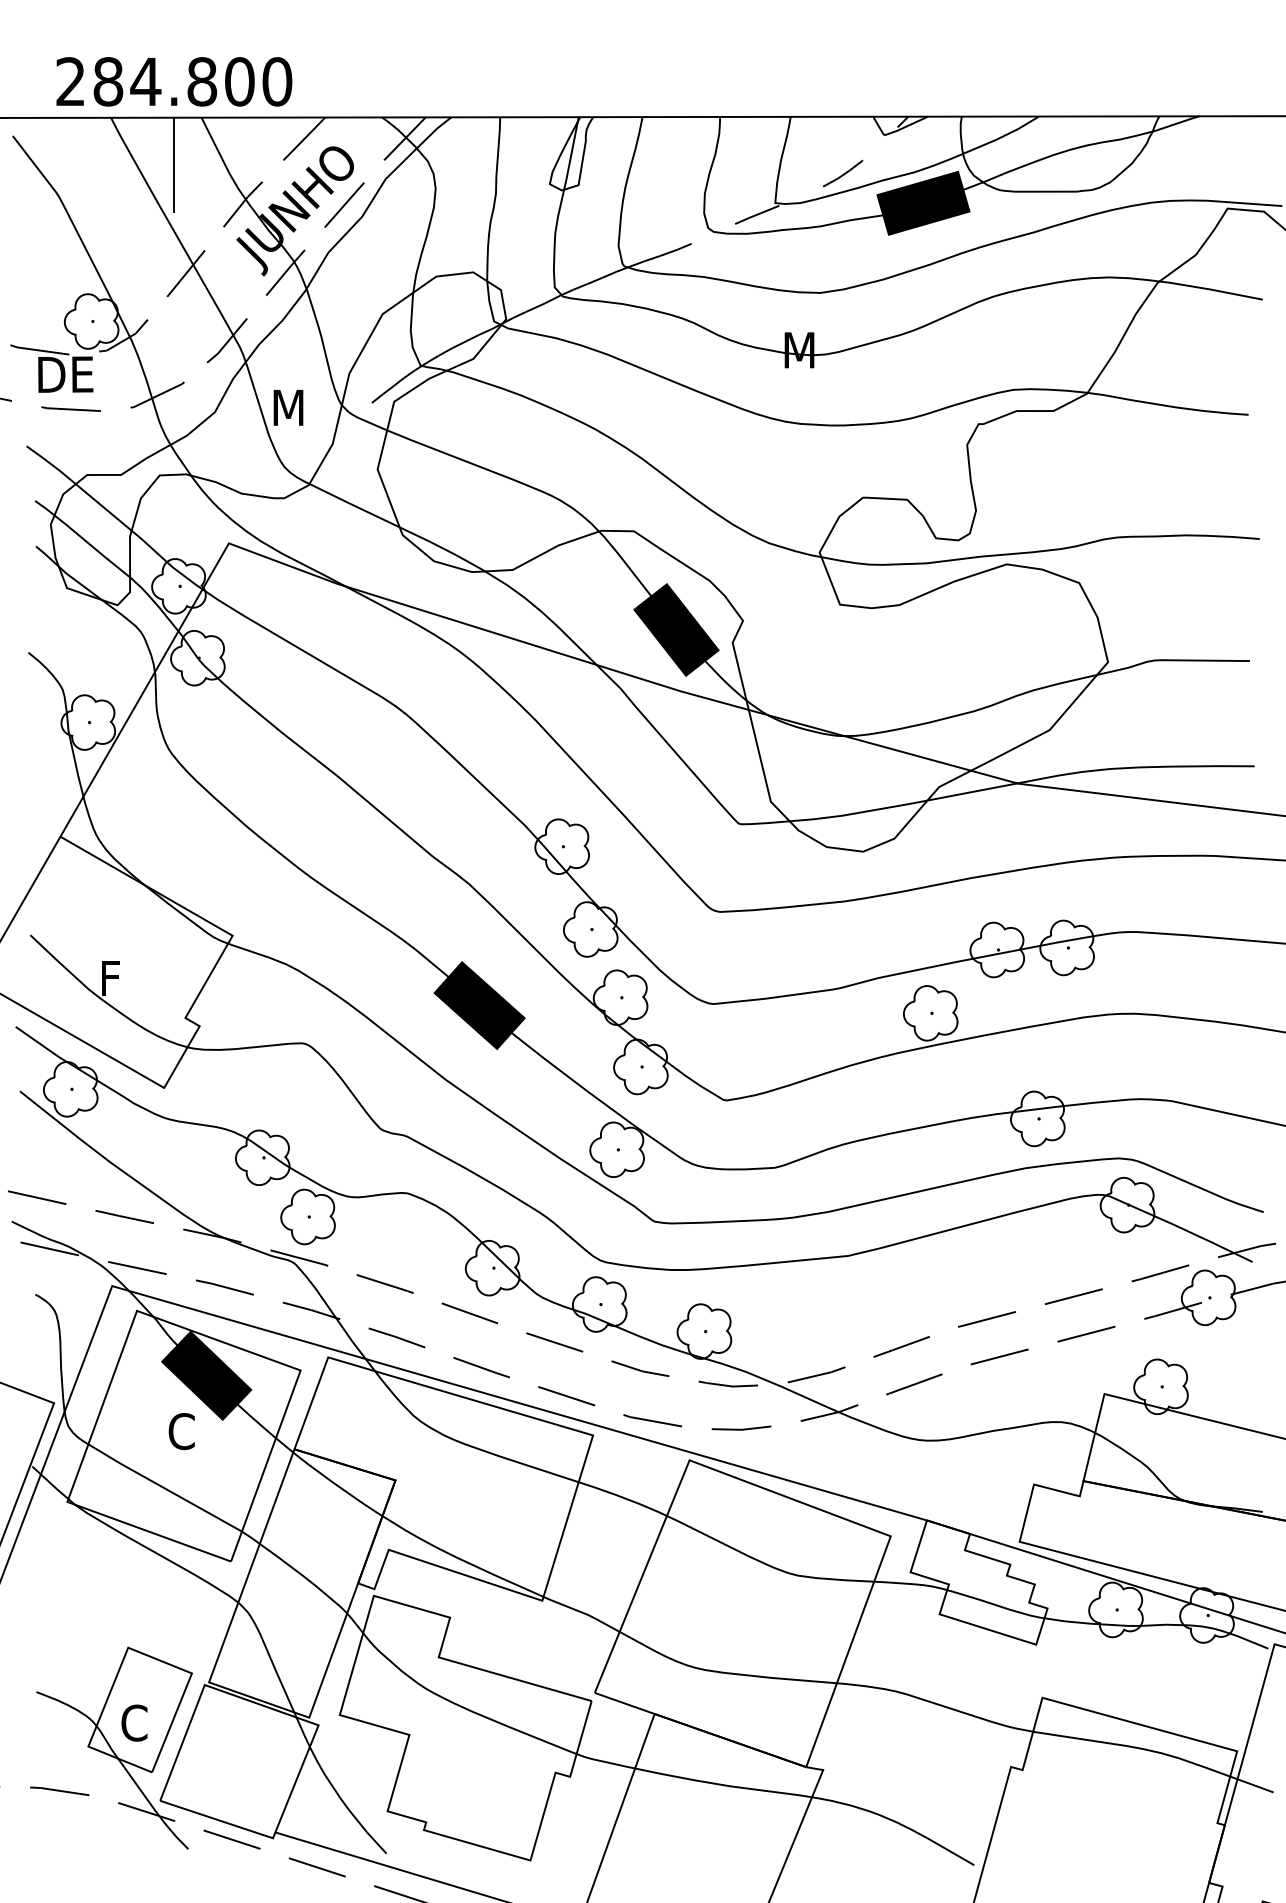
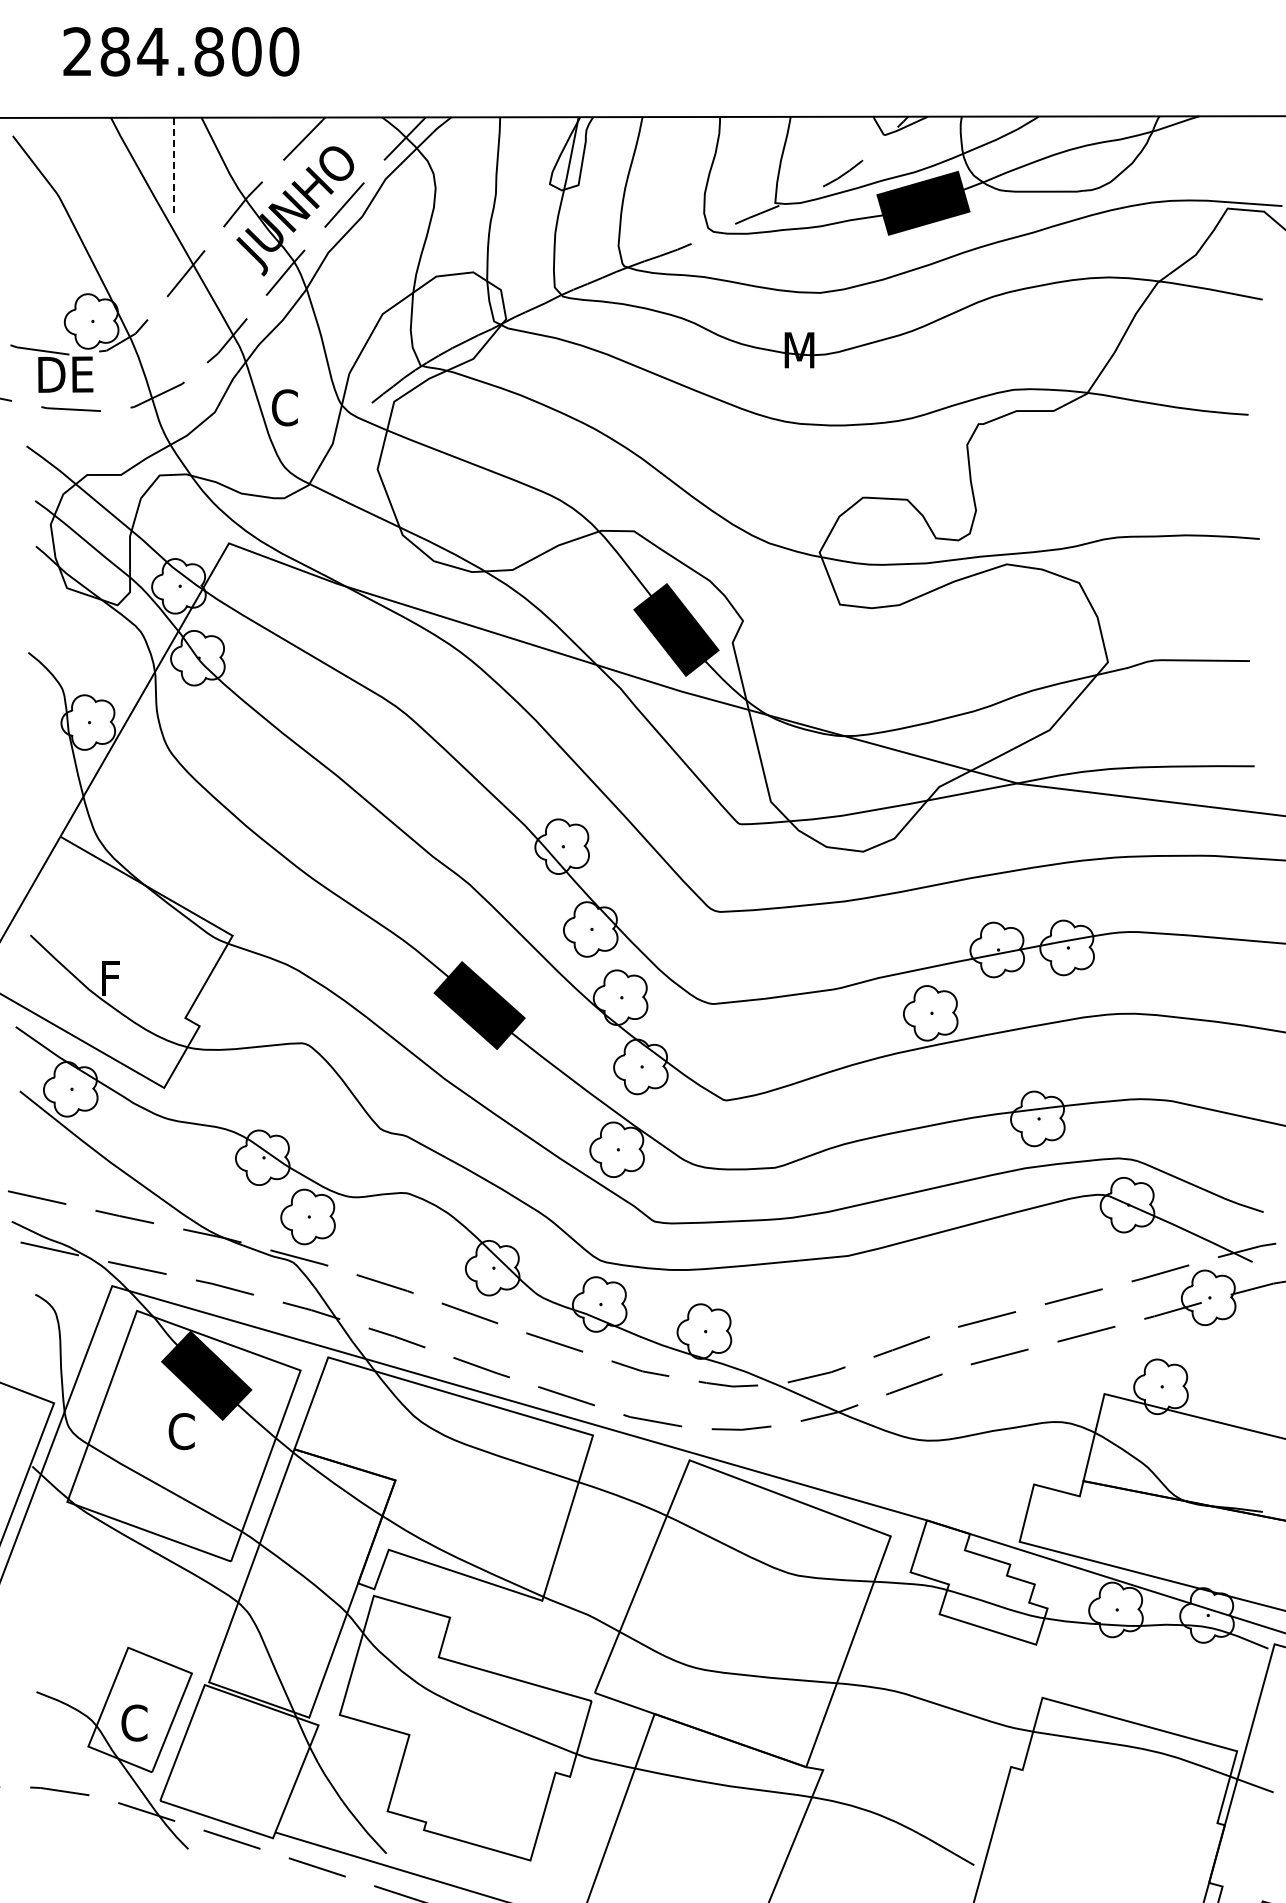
text at (174, 81) position: (174, 81) -> (181, 51)
line at (174, 165): solid -> dashed
text at (287, 407): M -> C
